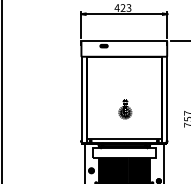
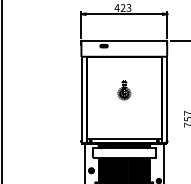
part at (125, 109) position: (125, 109) -> (124, 90)
